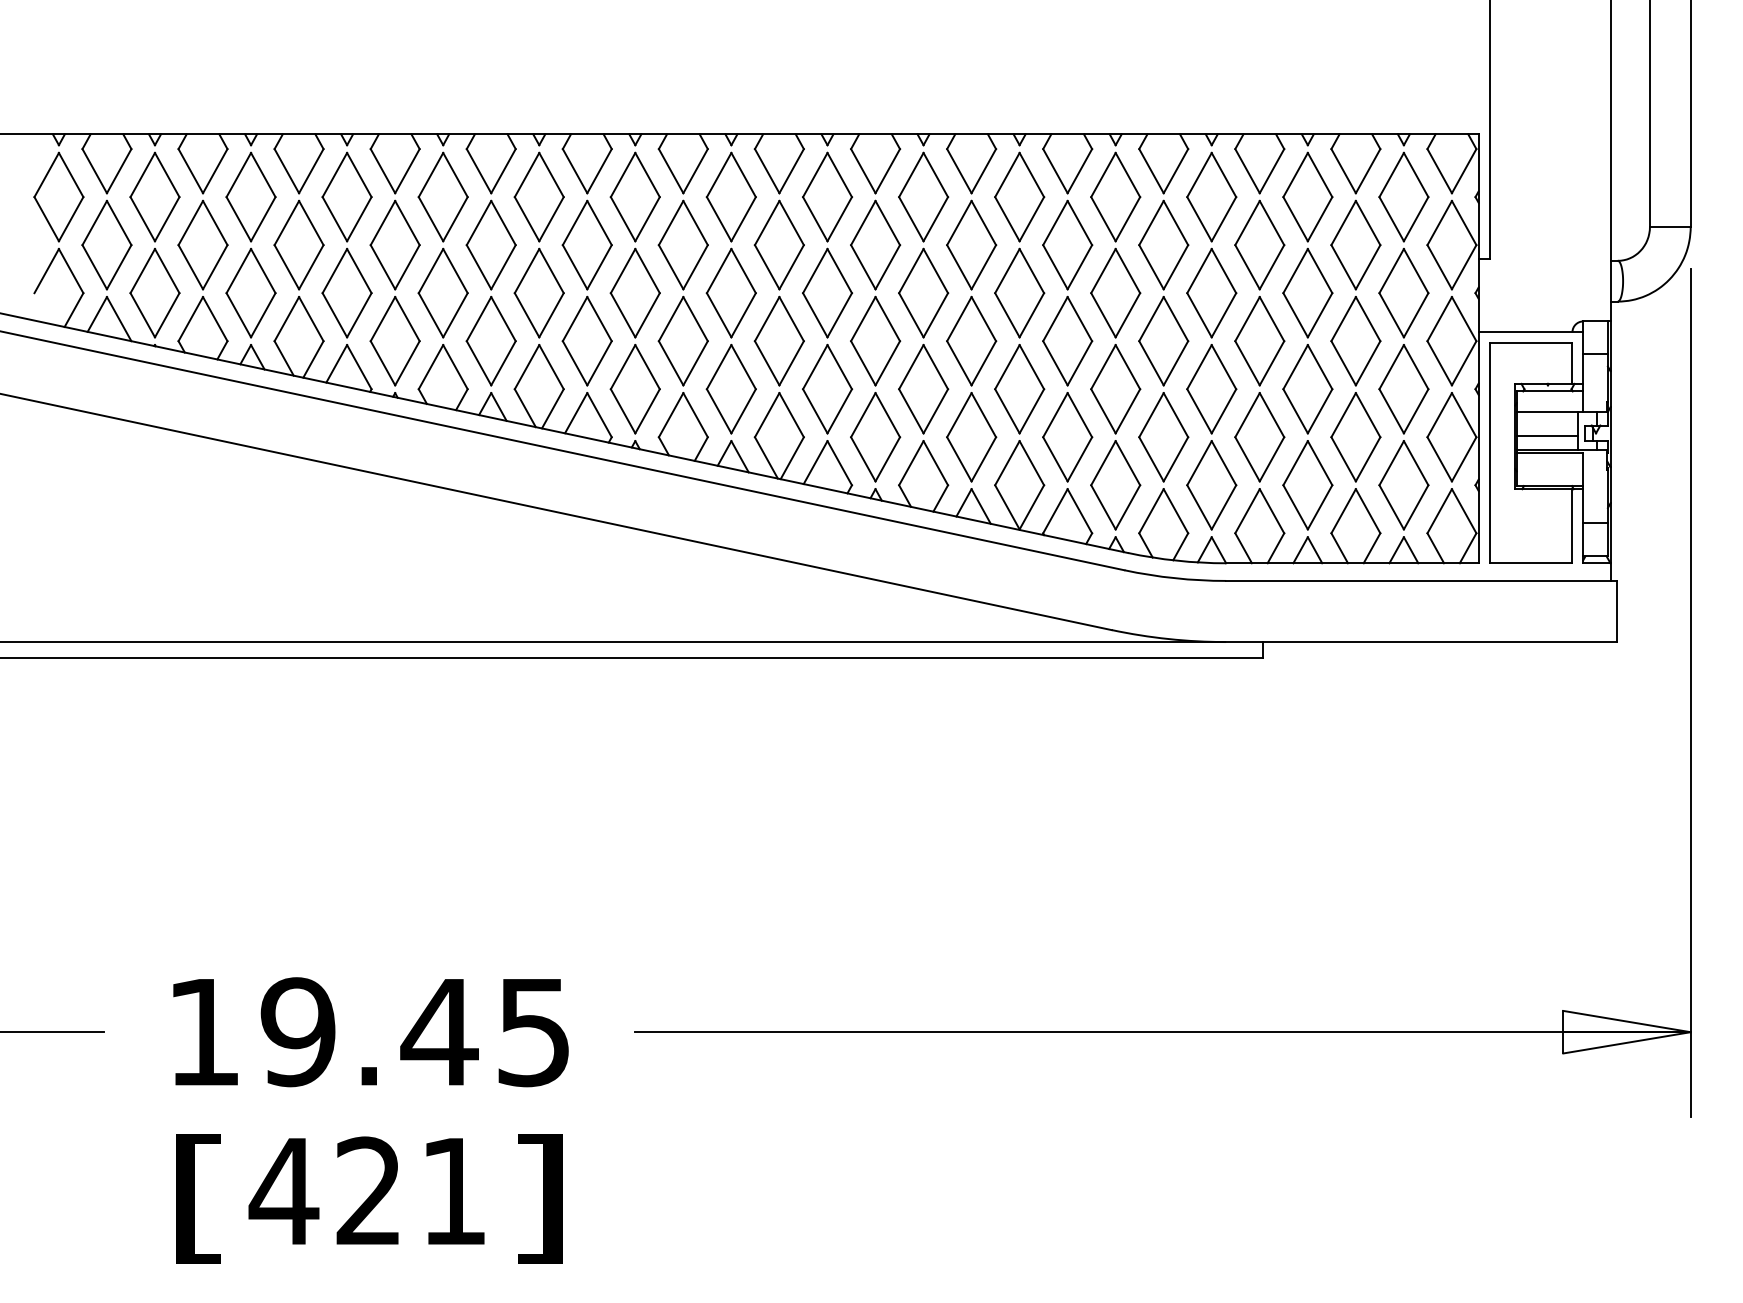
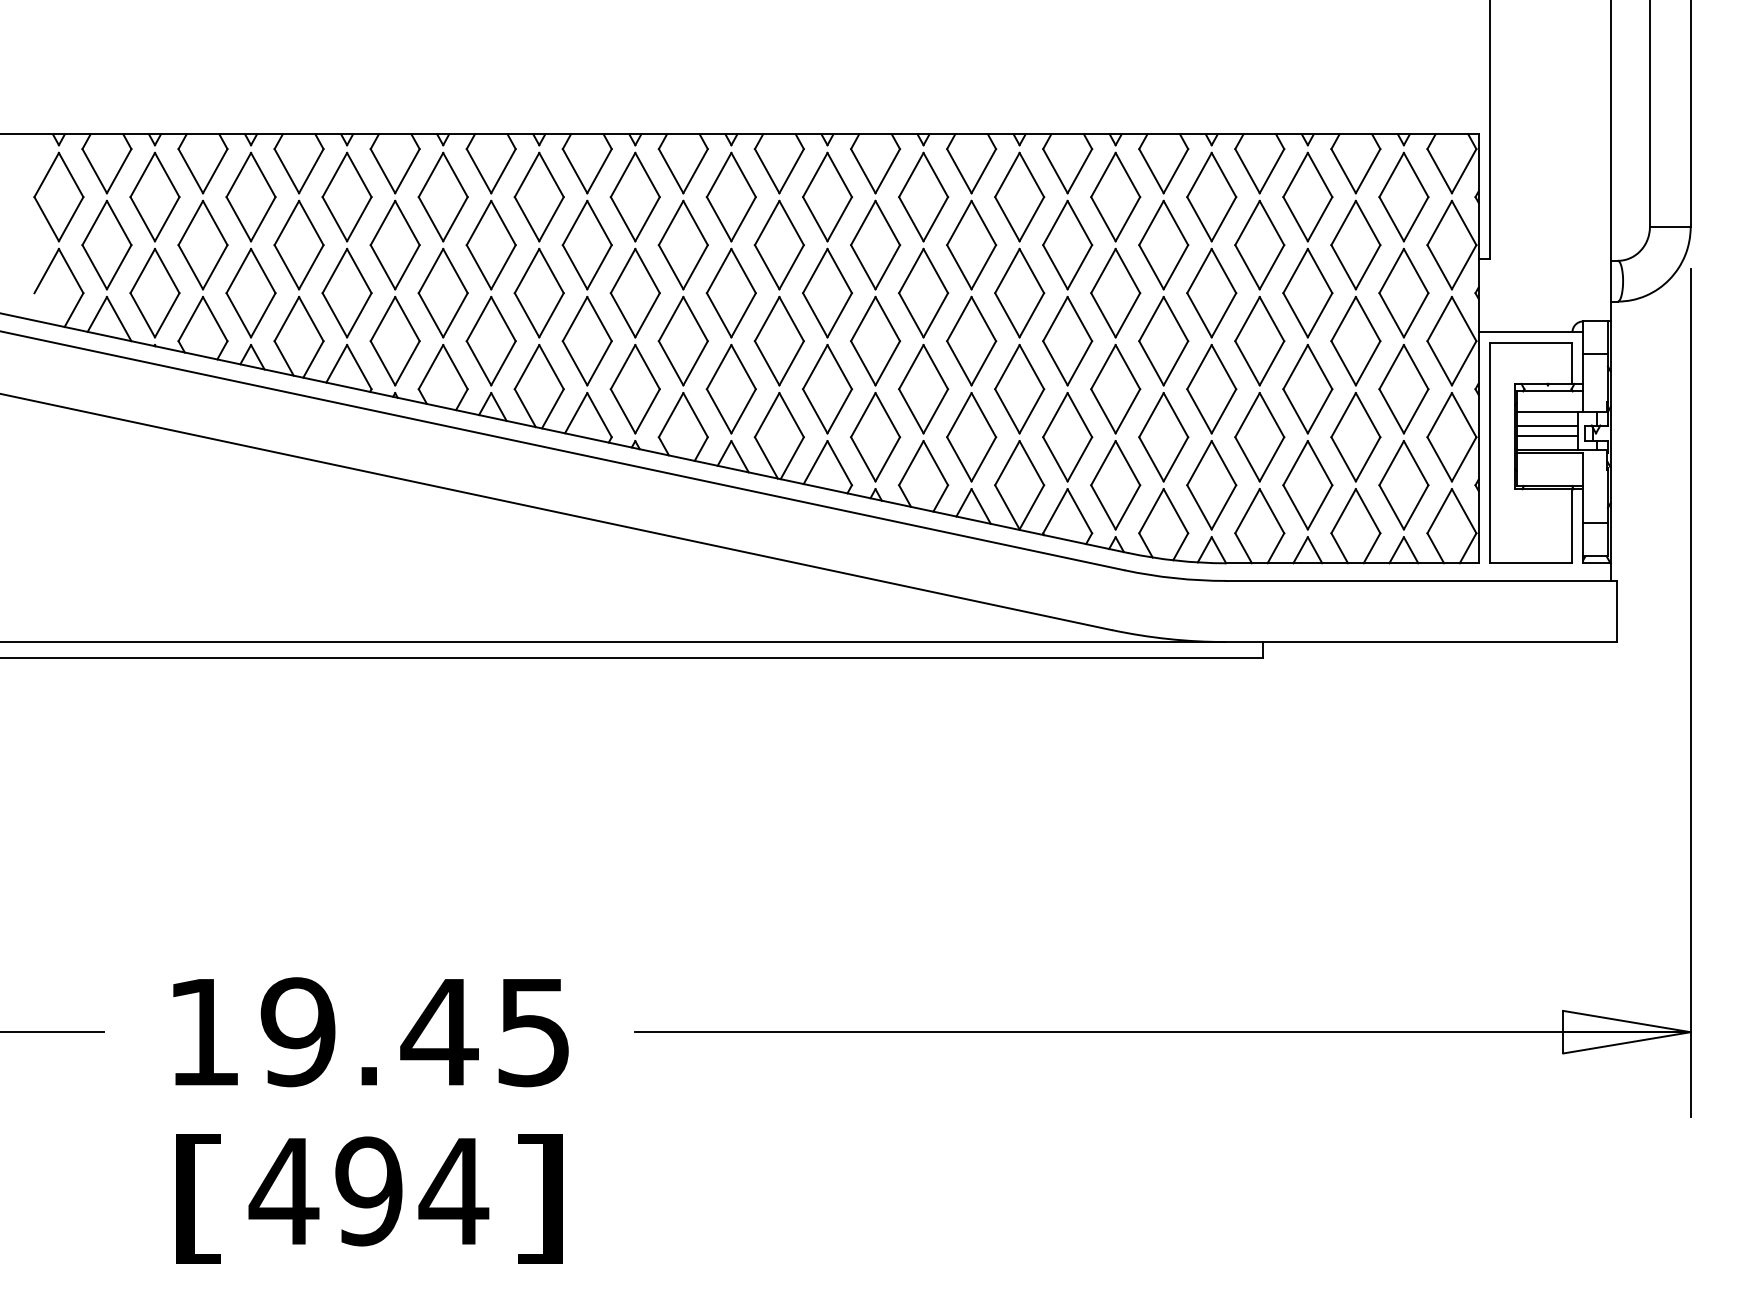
line at (1547, 425): none -> present
text at (412, 1191): 421 -> 494
